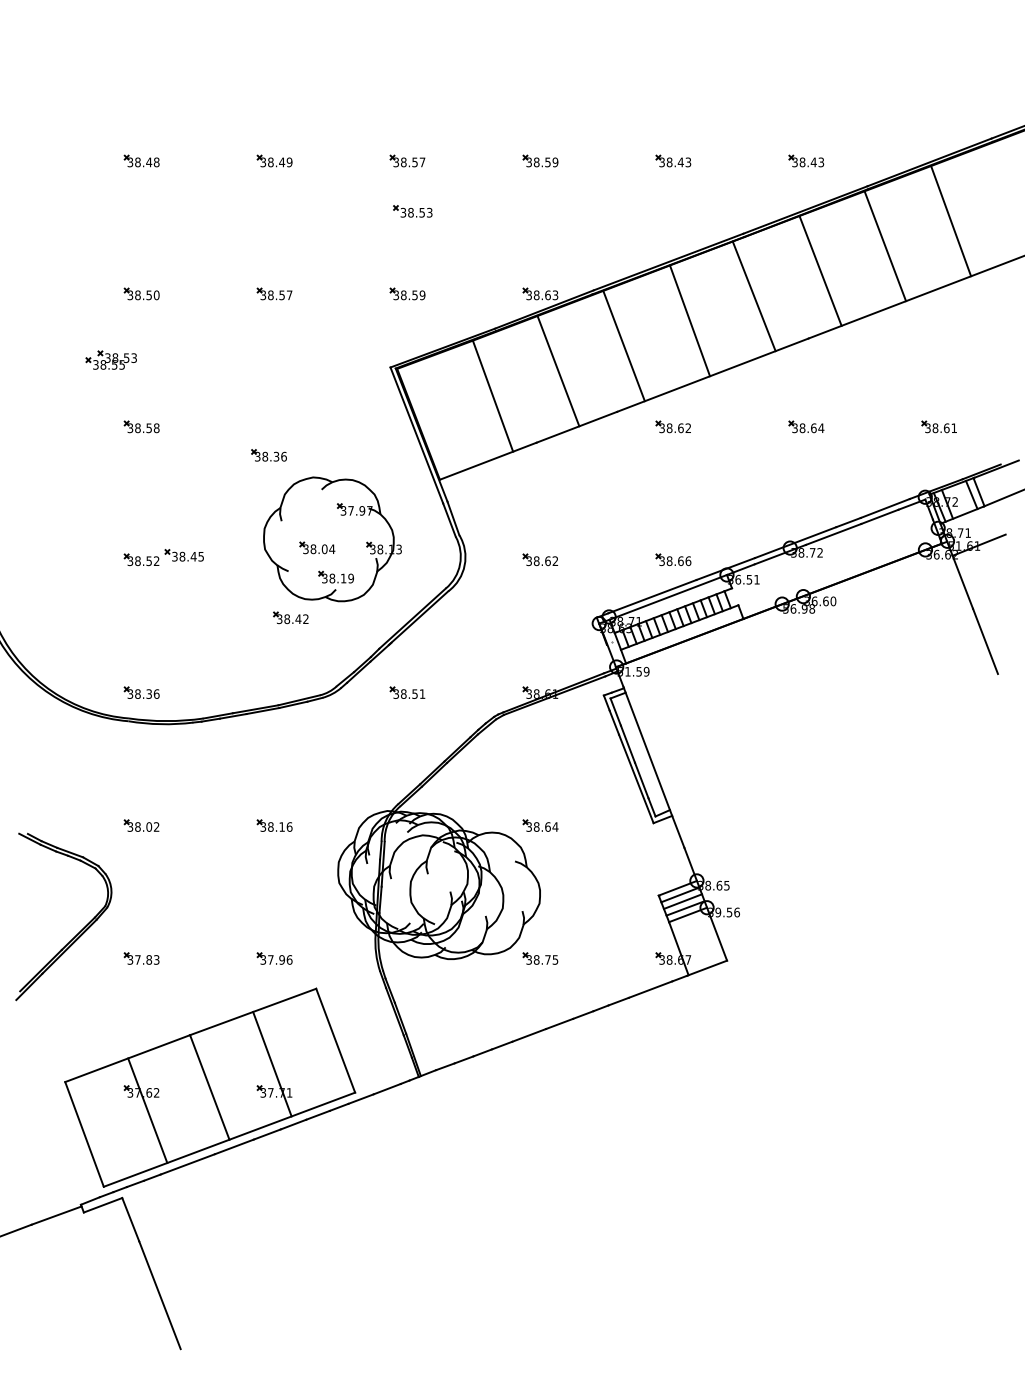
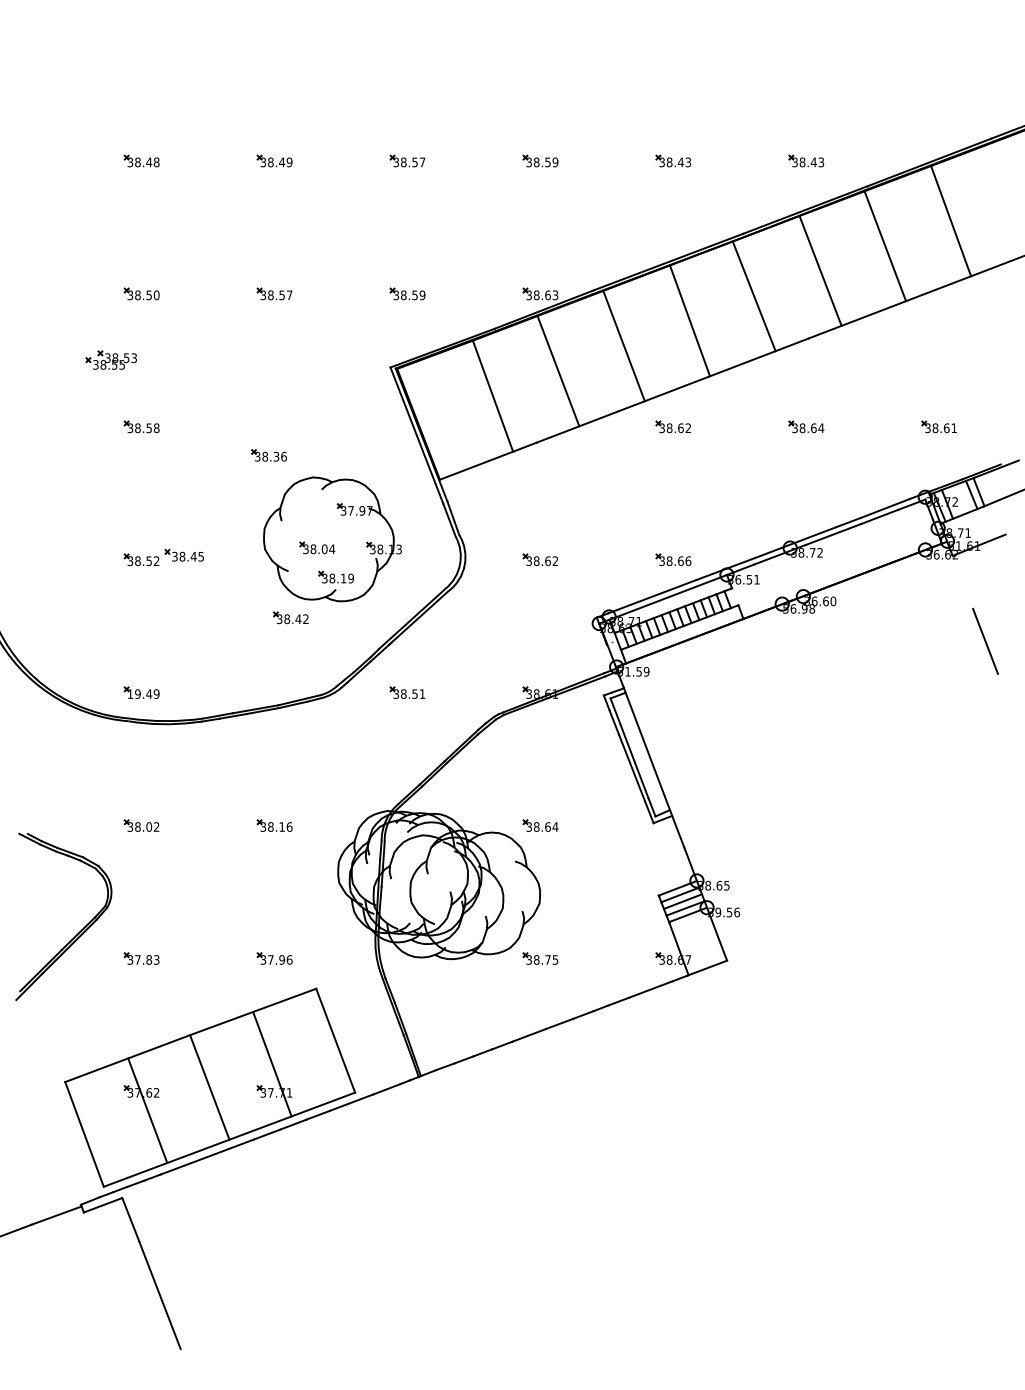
part at (412, 211): present -> none
line at (962, 581): present -> none
text at (143, 693): 38.36 -> 19.49
